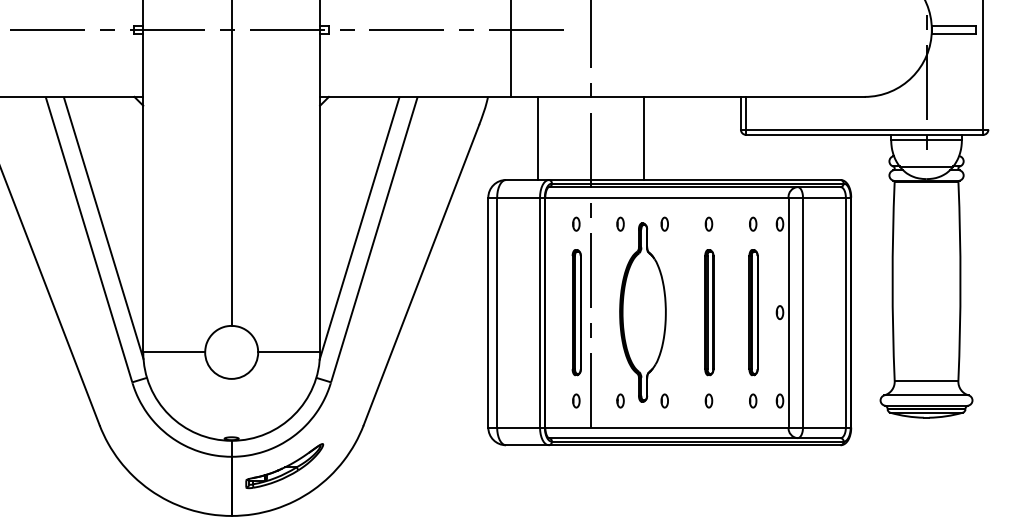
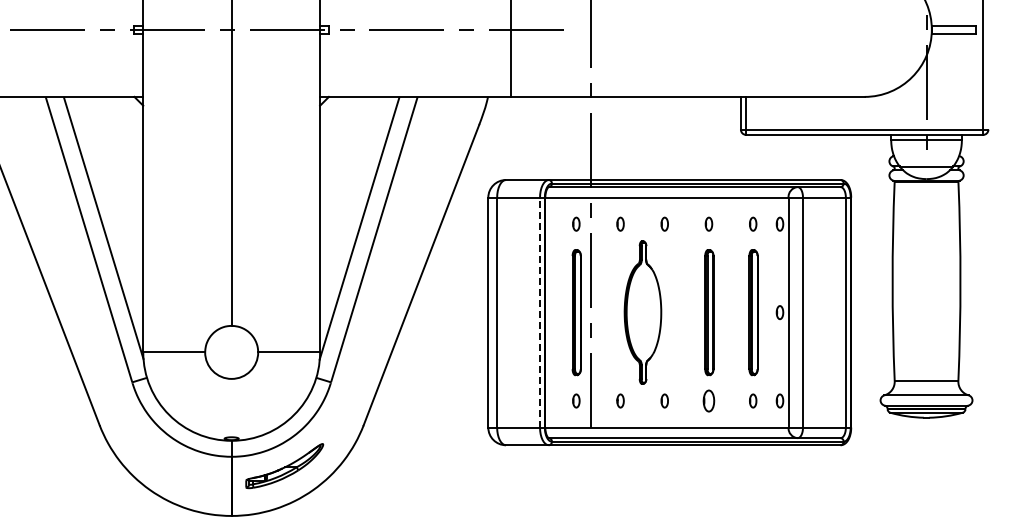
line at (537, 138): present -> none
line at (643, 138): present -> none
line at (540, 312): solid -> dashed
part at (642, 312) size: 48x181 px -> 40x145 px
part at (708, 400) size: 10x16 px -> 14x24 px
